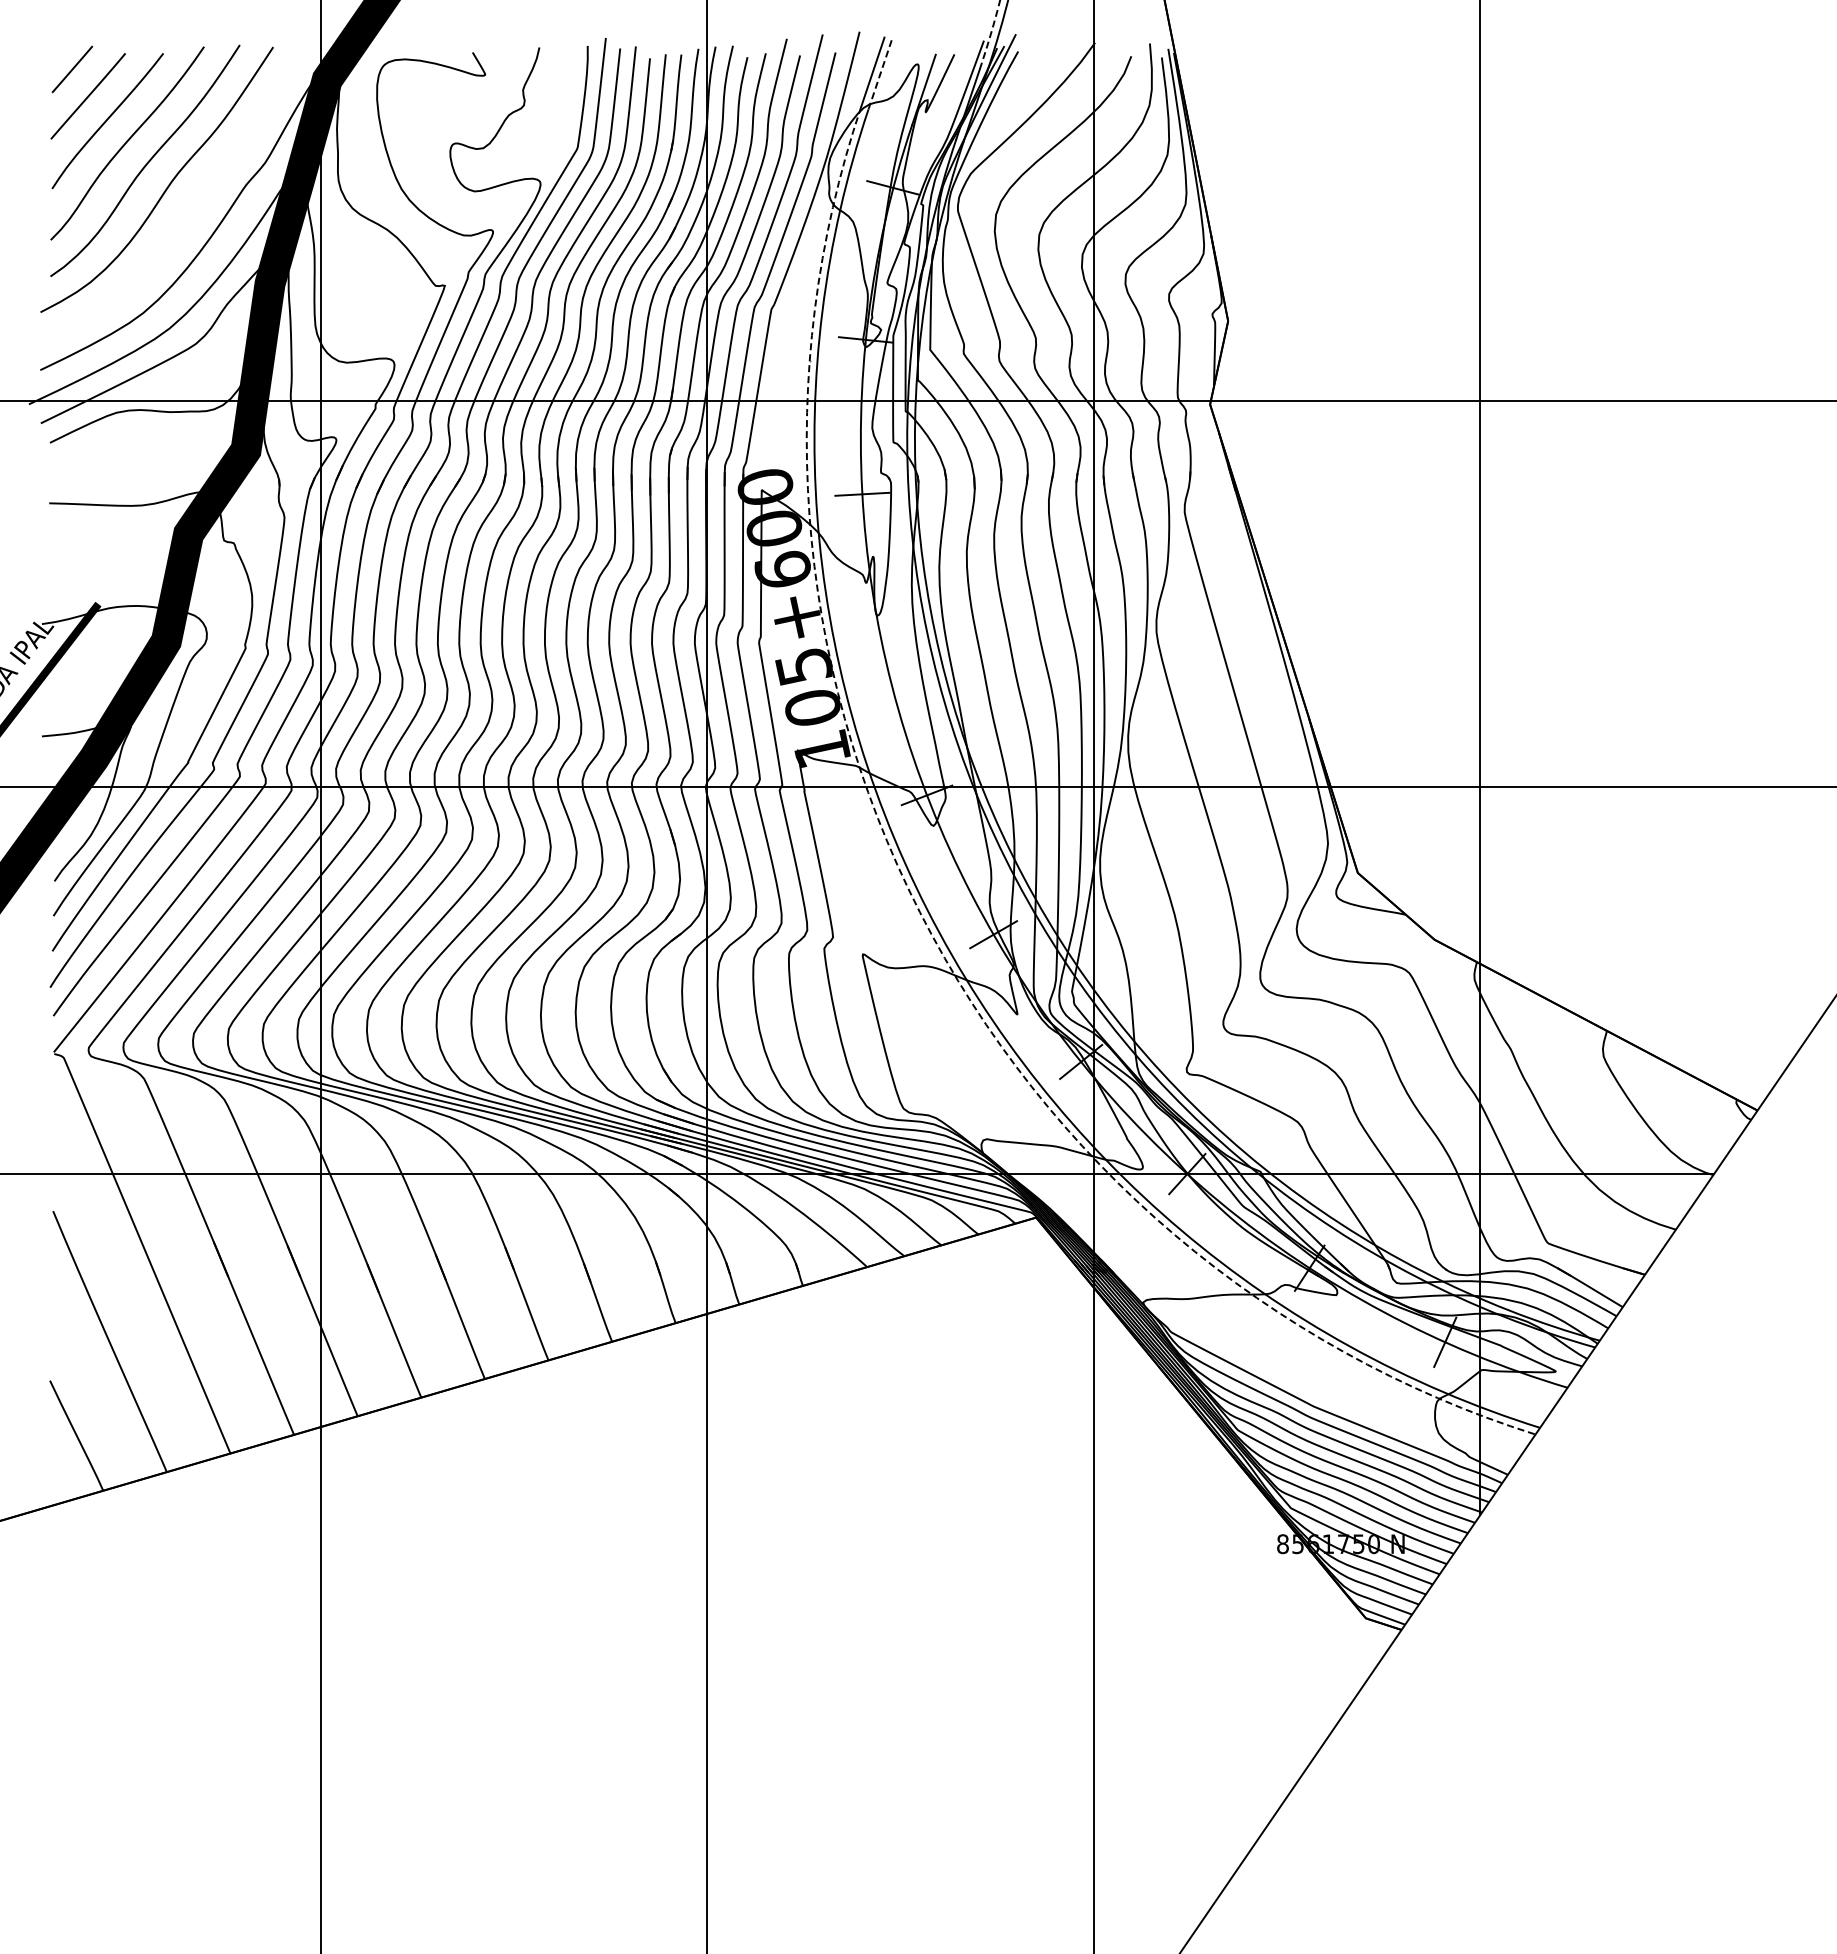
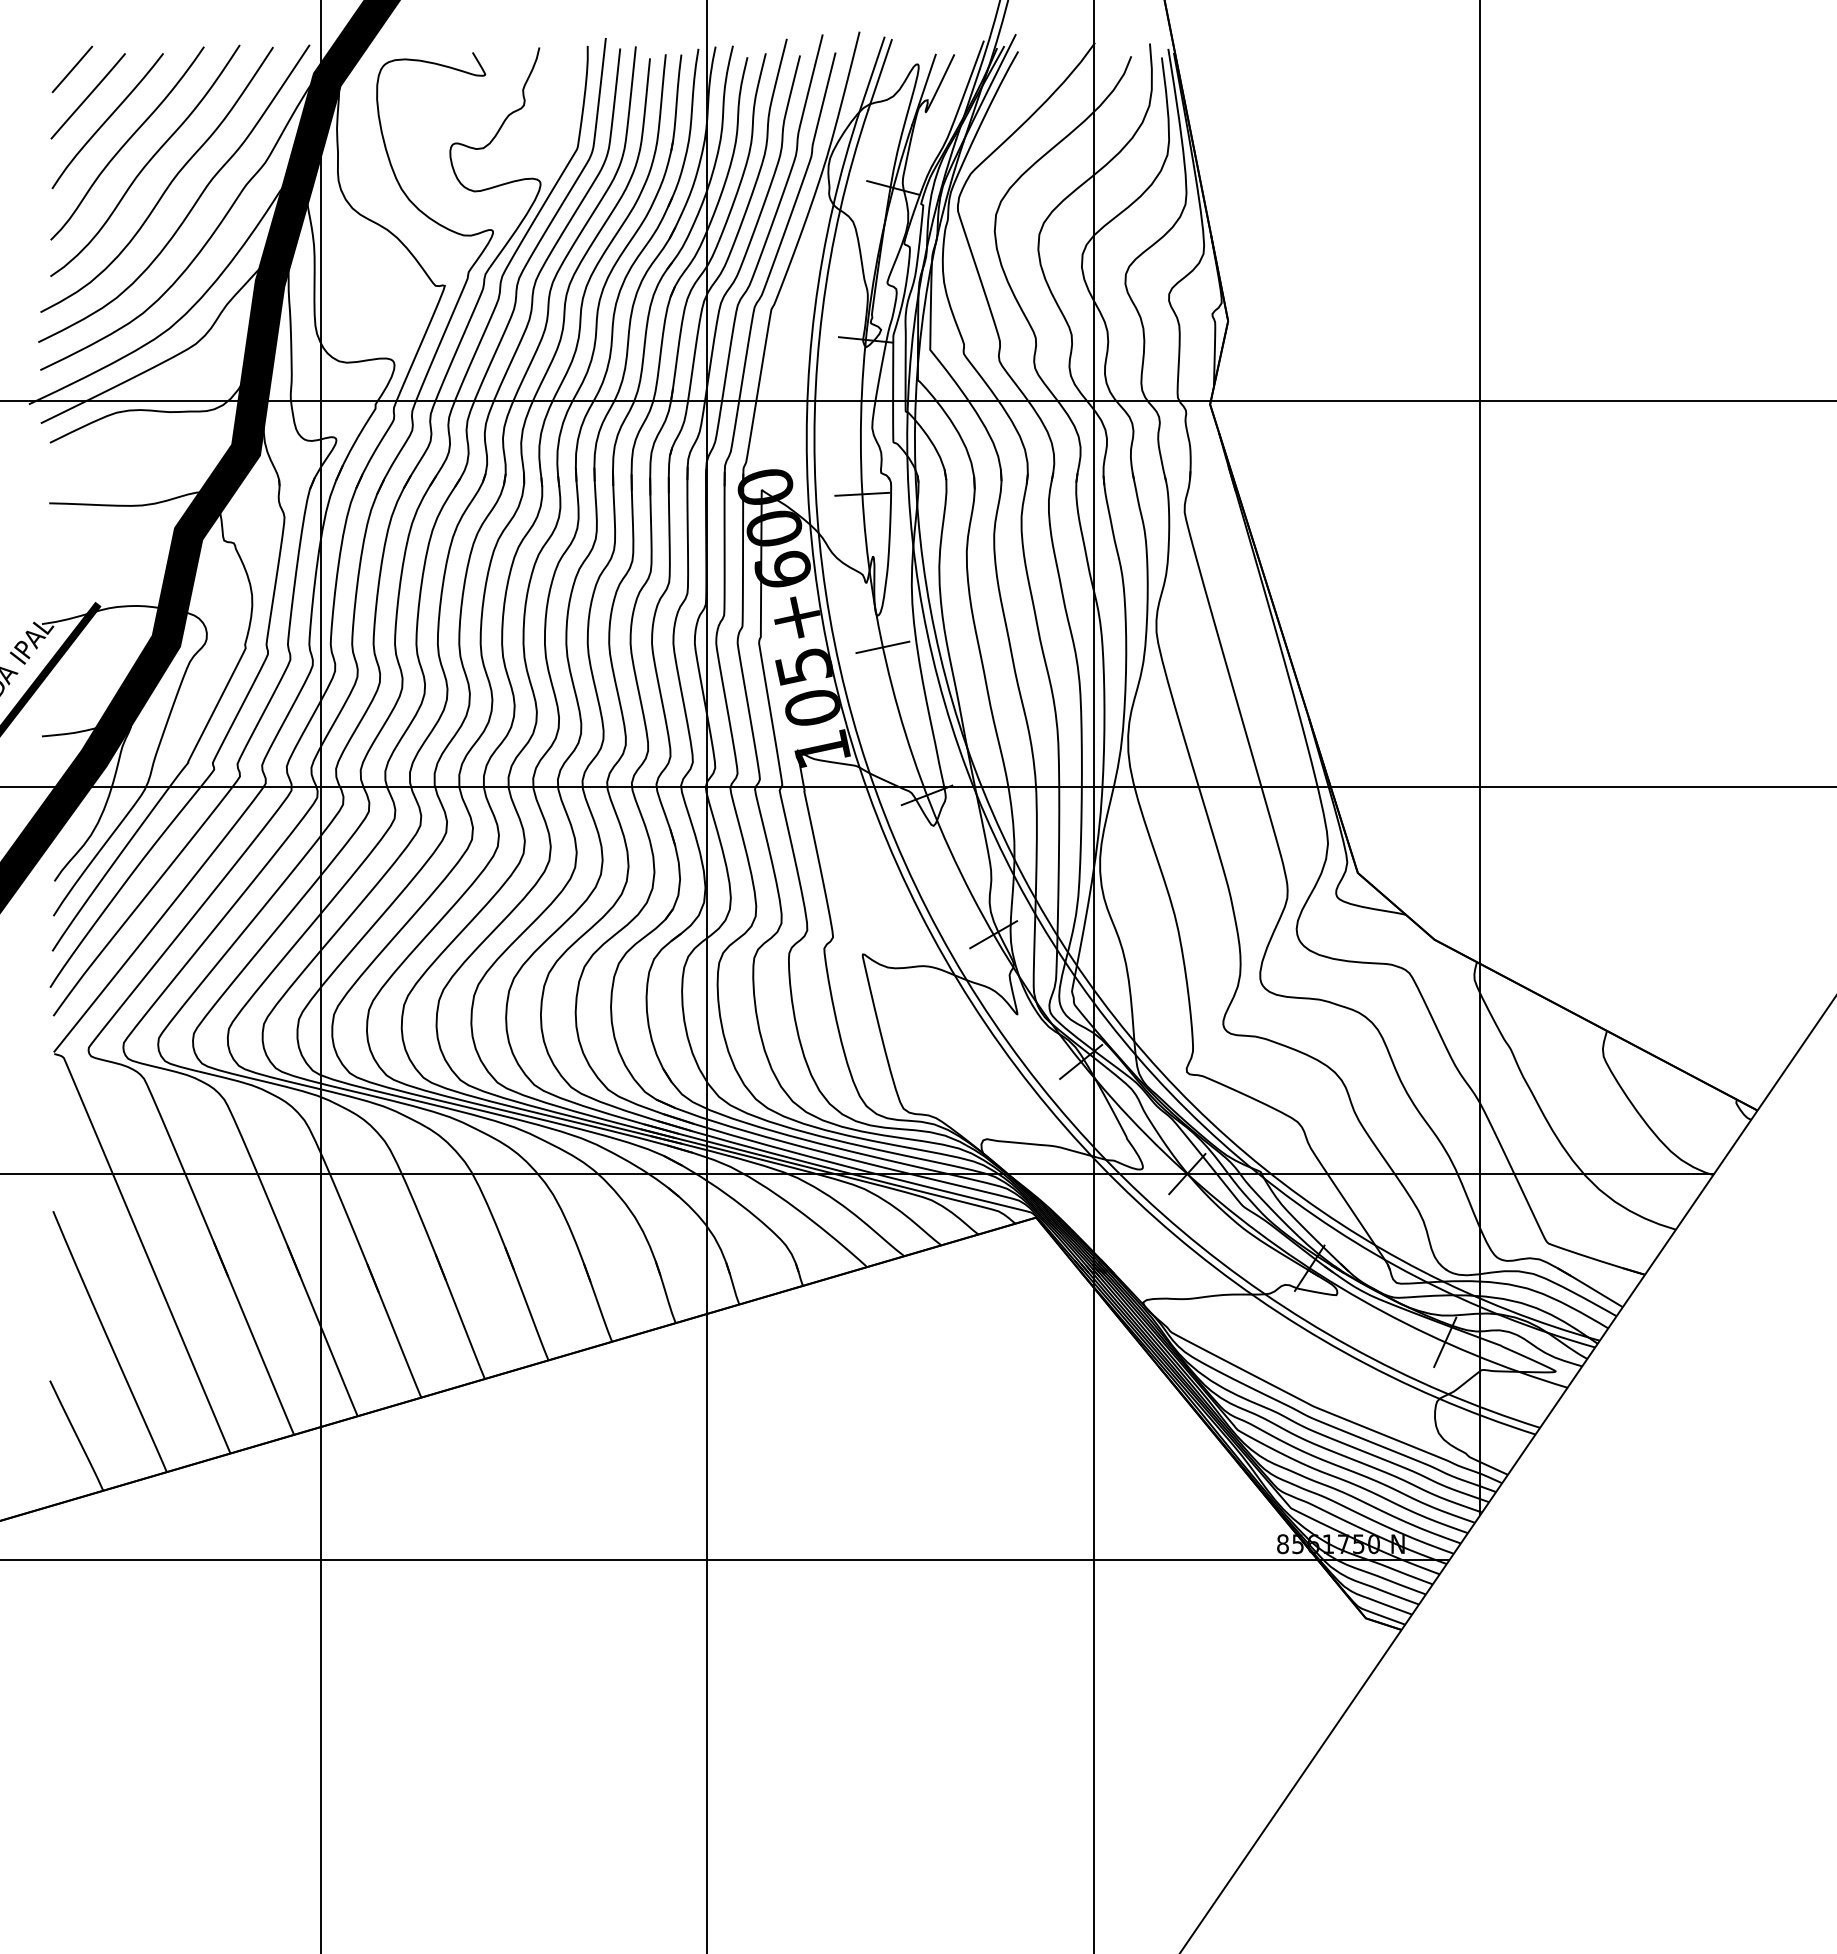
arc at (990, 35): dashed -> solid
line at (880, 74): dashed -> solid
curve at (193, 204): none -> present
line at (882, 647): none -> present
arc at (919, 912): dashed -> solid
line at (725, 1560): none -> present
